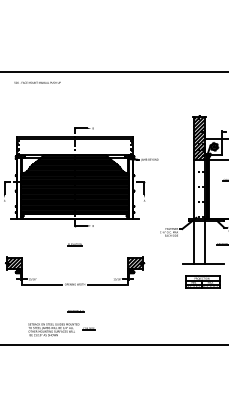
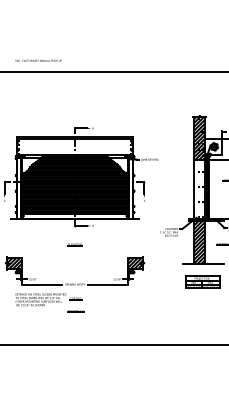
text at (37, 82) position: (37, 82) -> (38, 60)
hatch at (198, 241): none -> present
part at (61, 329) position: (61, 329) -> (48, 299)
